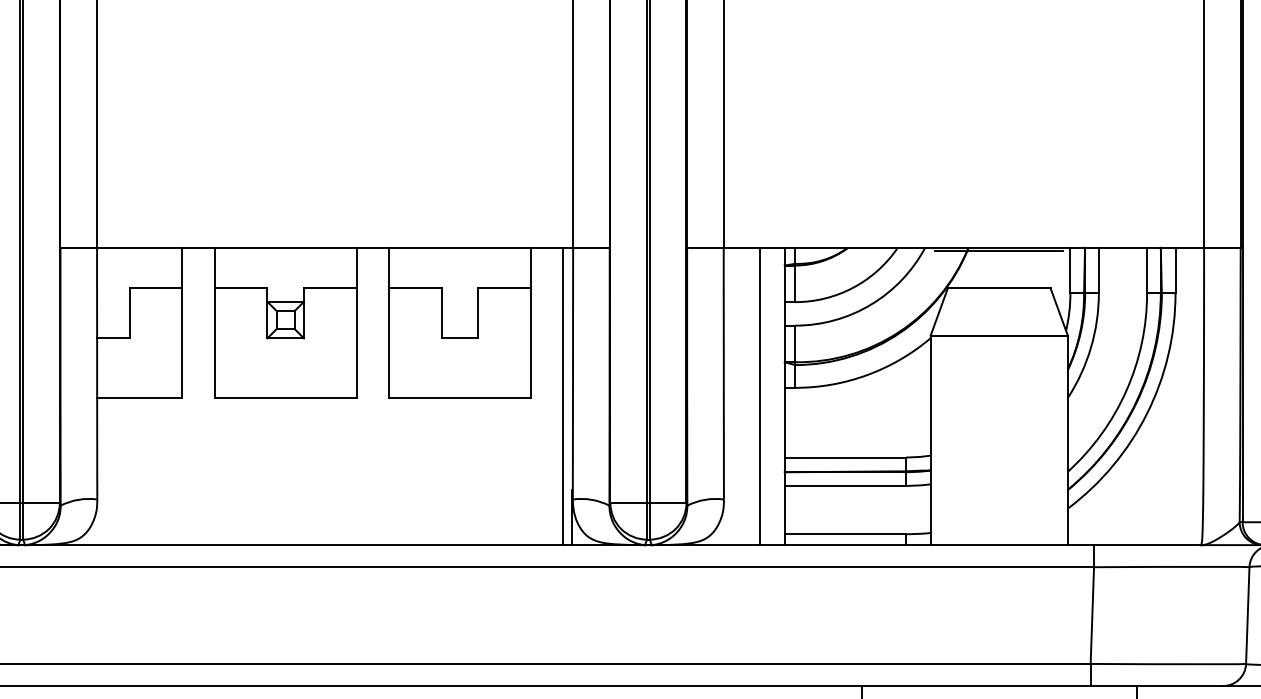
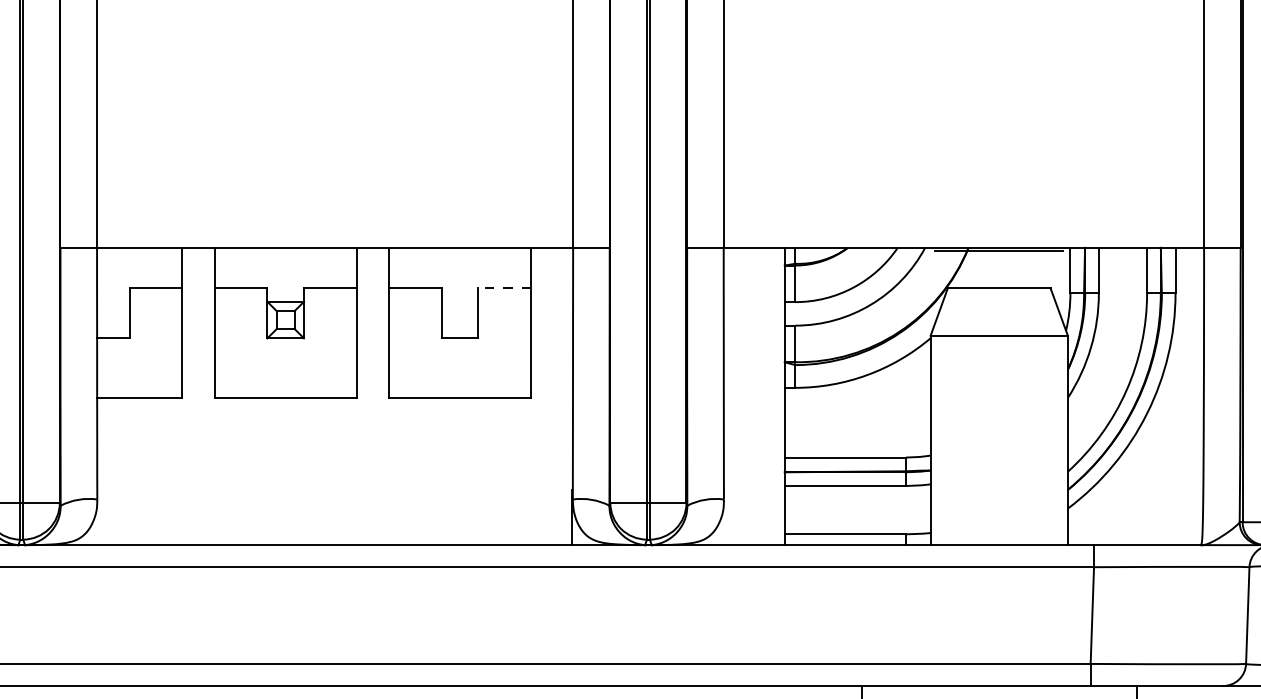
line at (504, 288): solid -> dashed
line at (562, 396): present -> none
line at (759, 396): present -> none
